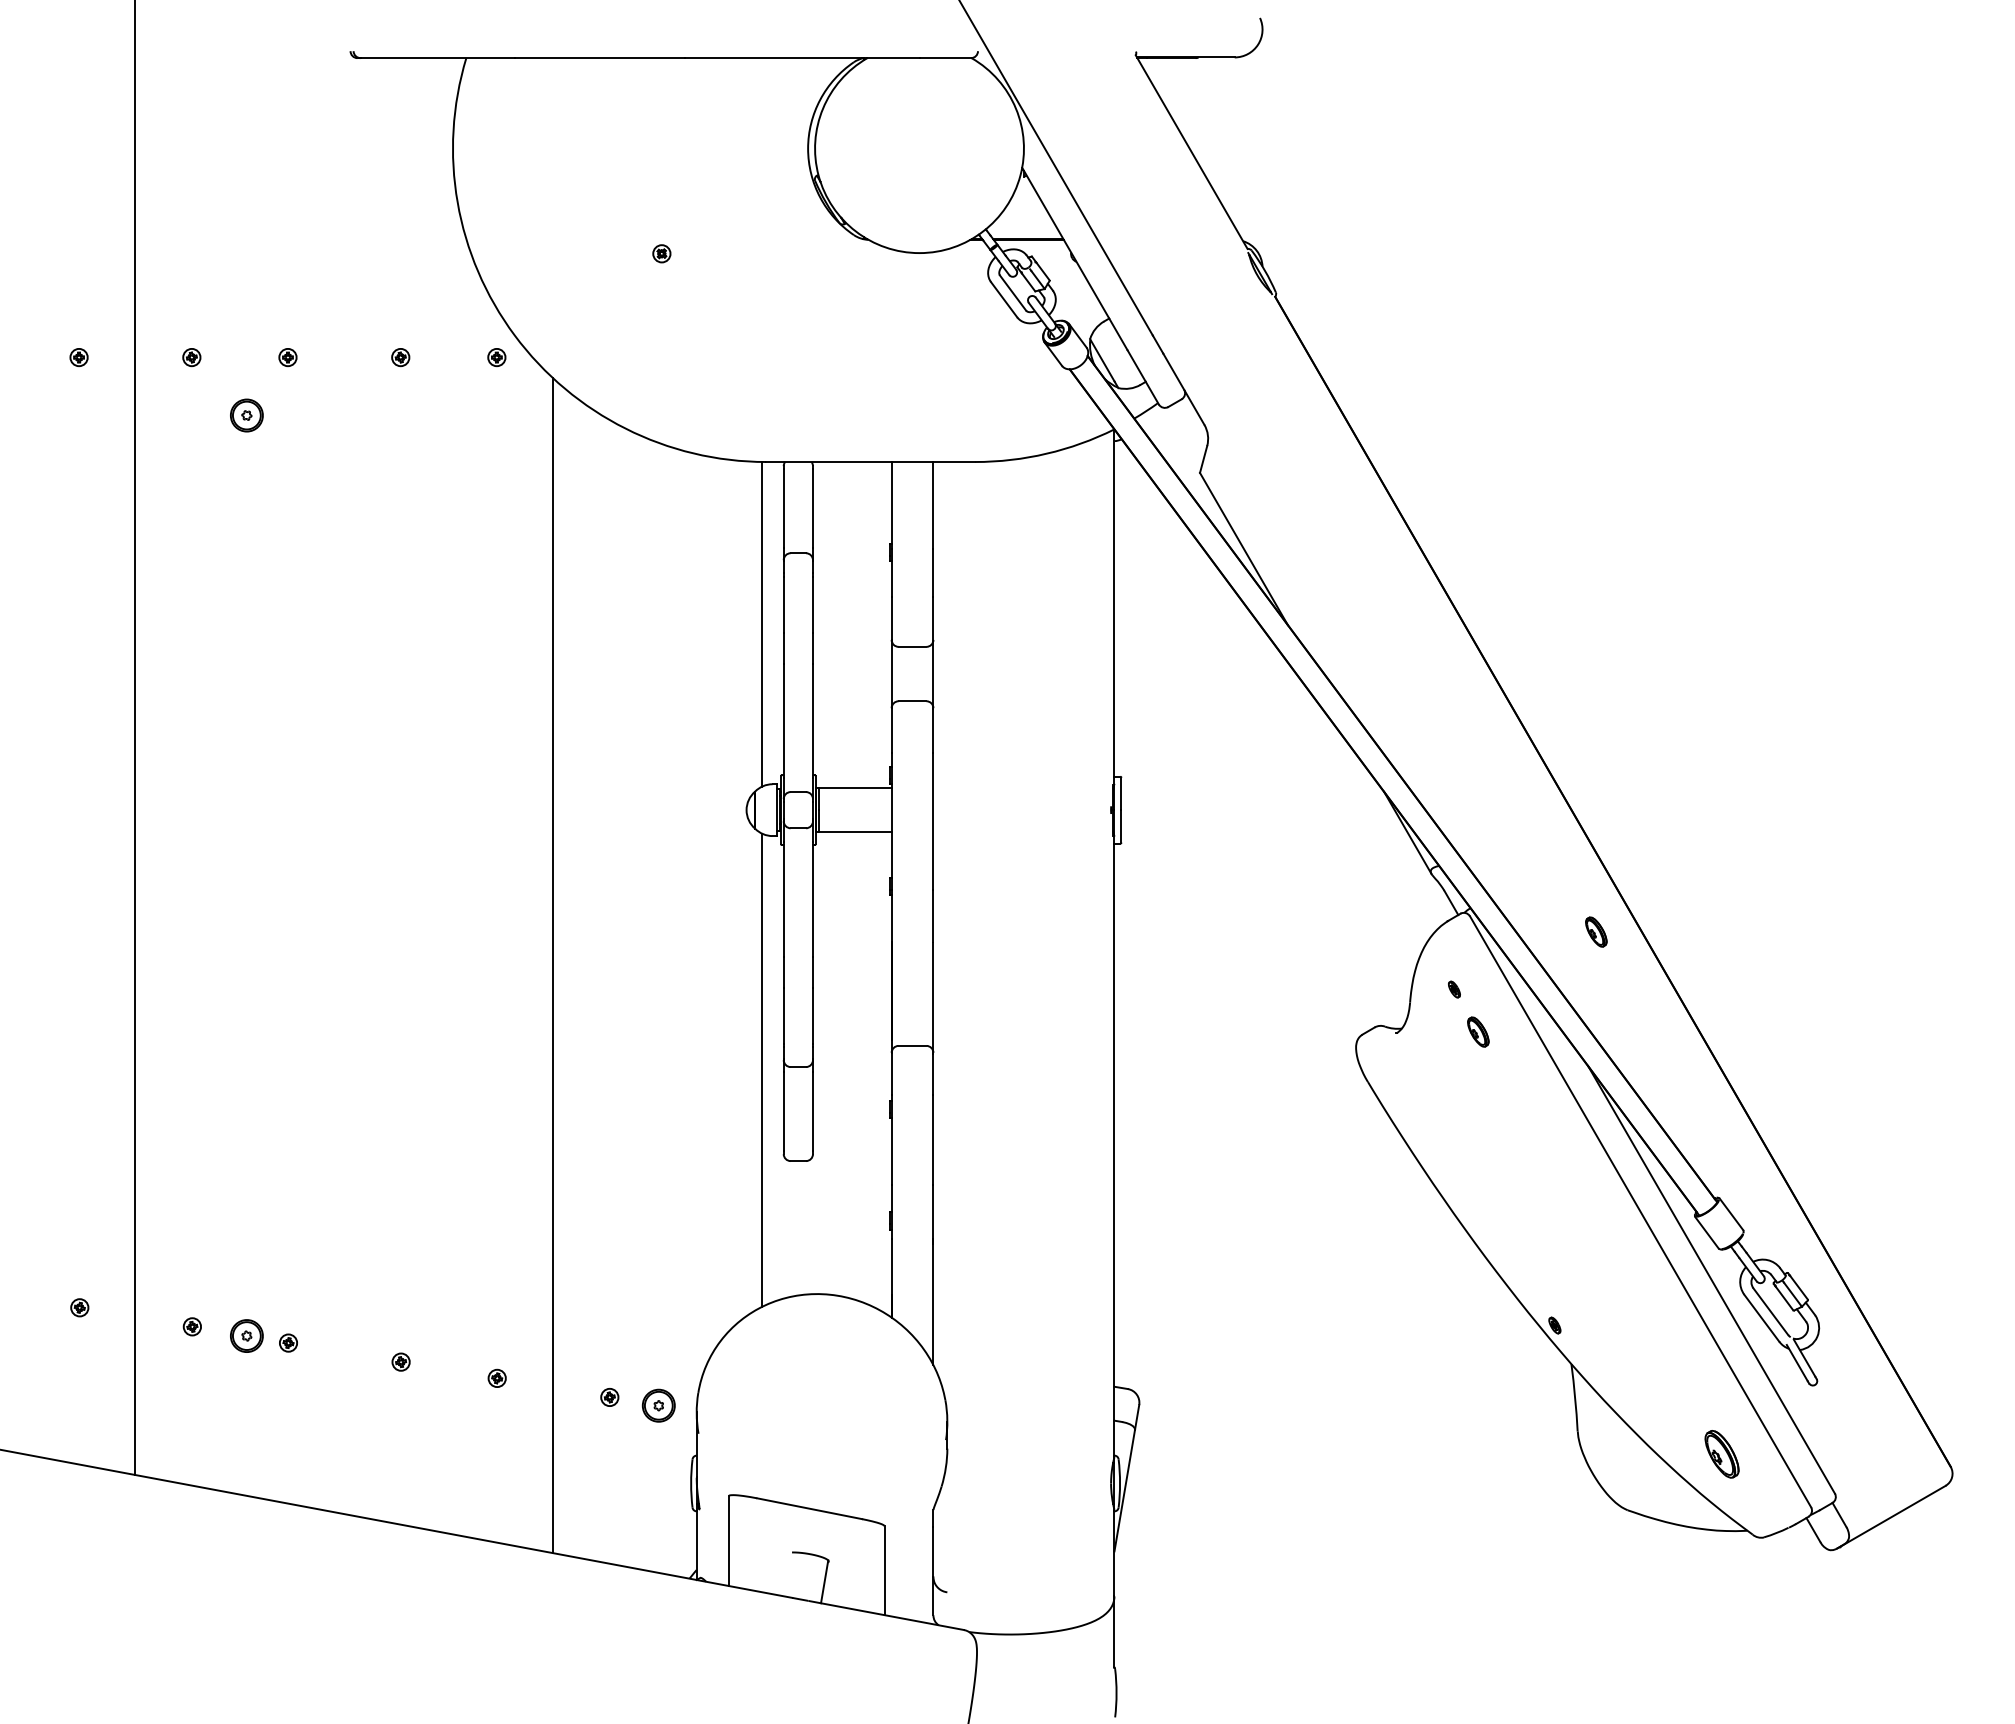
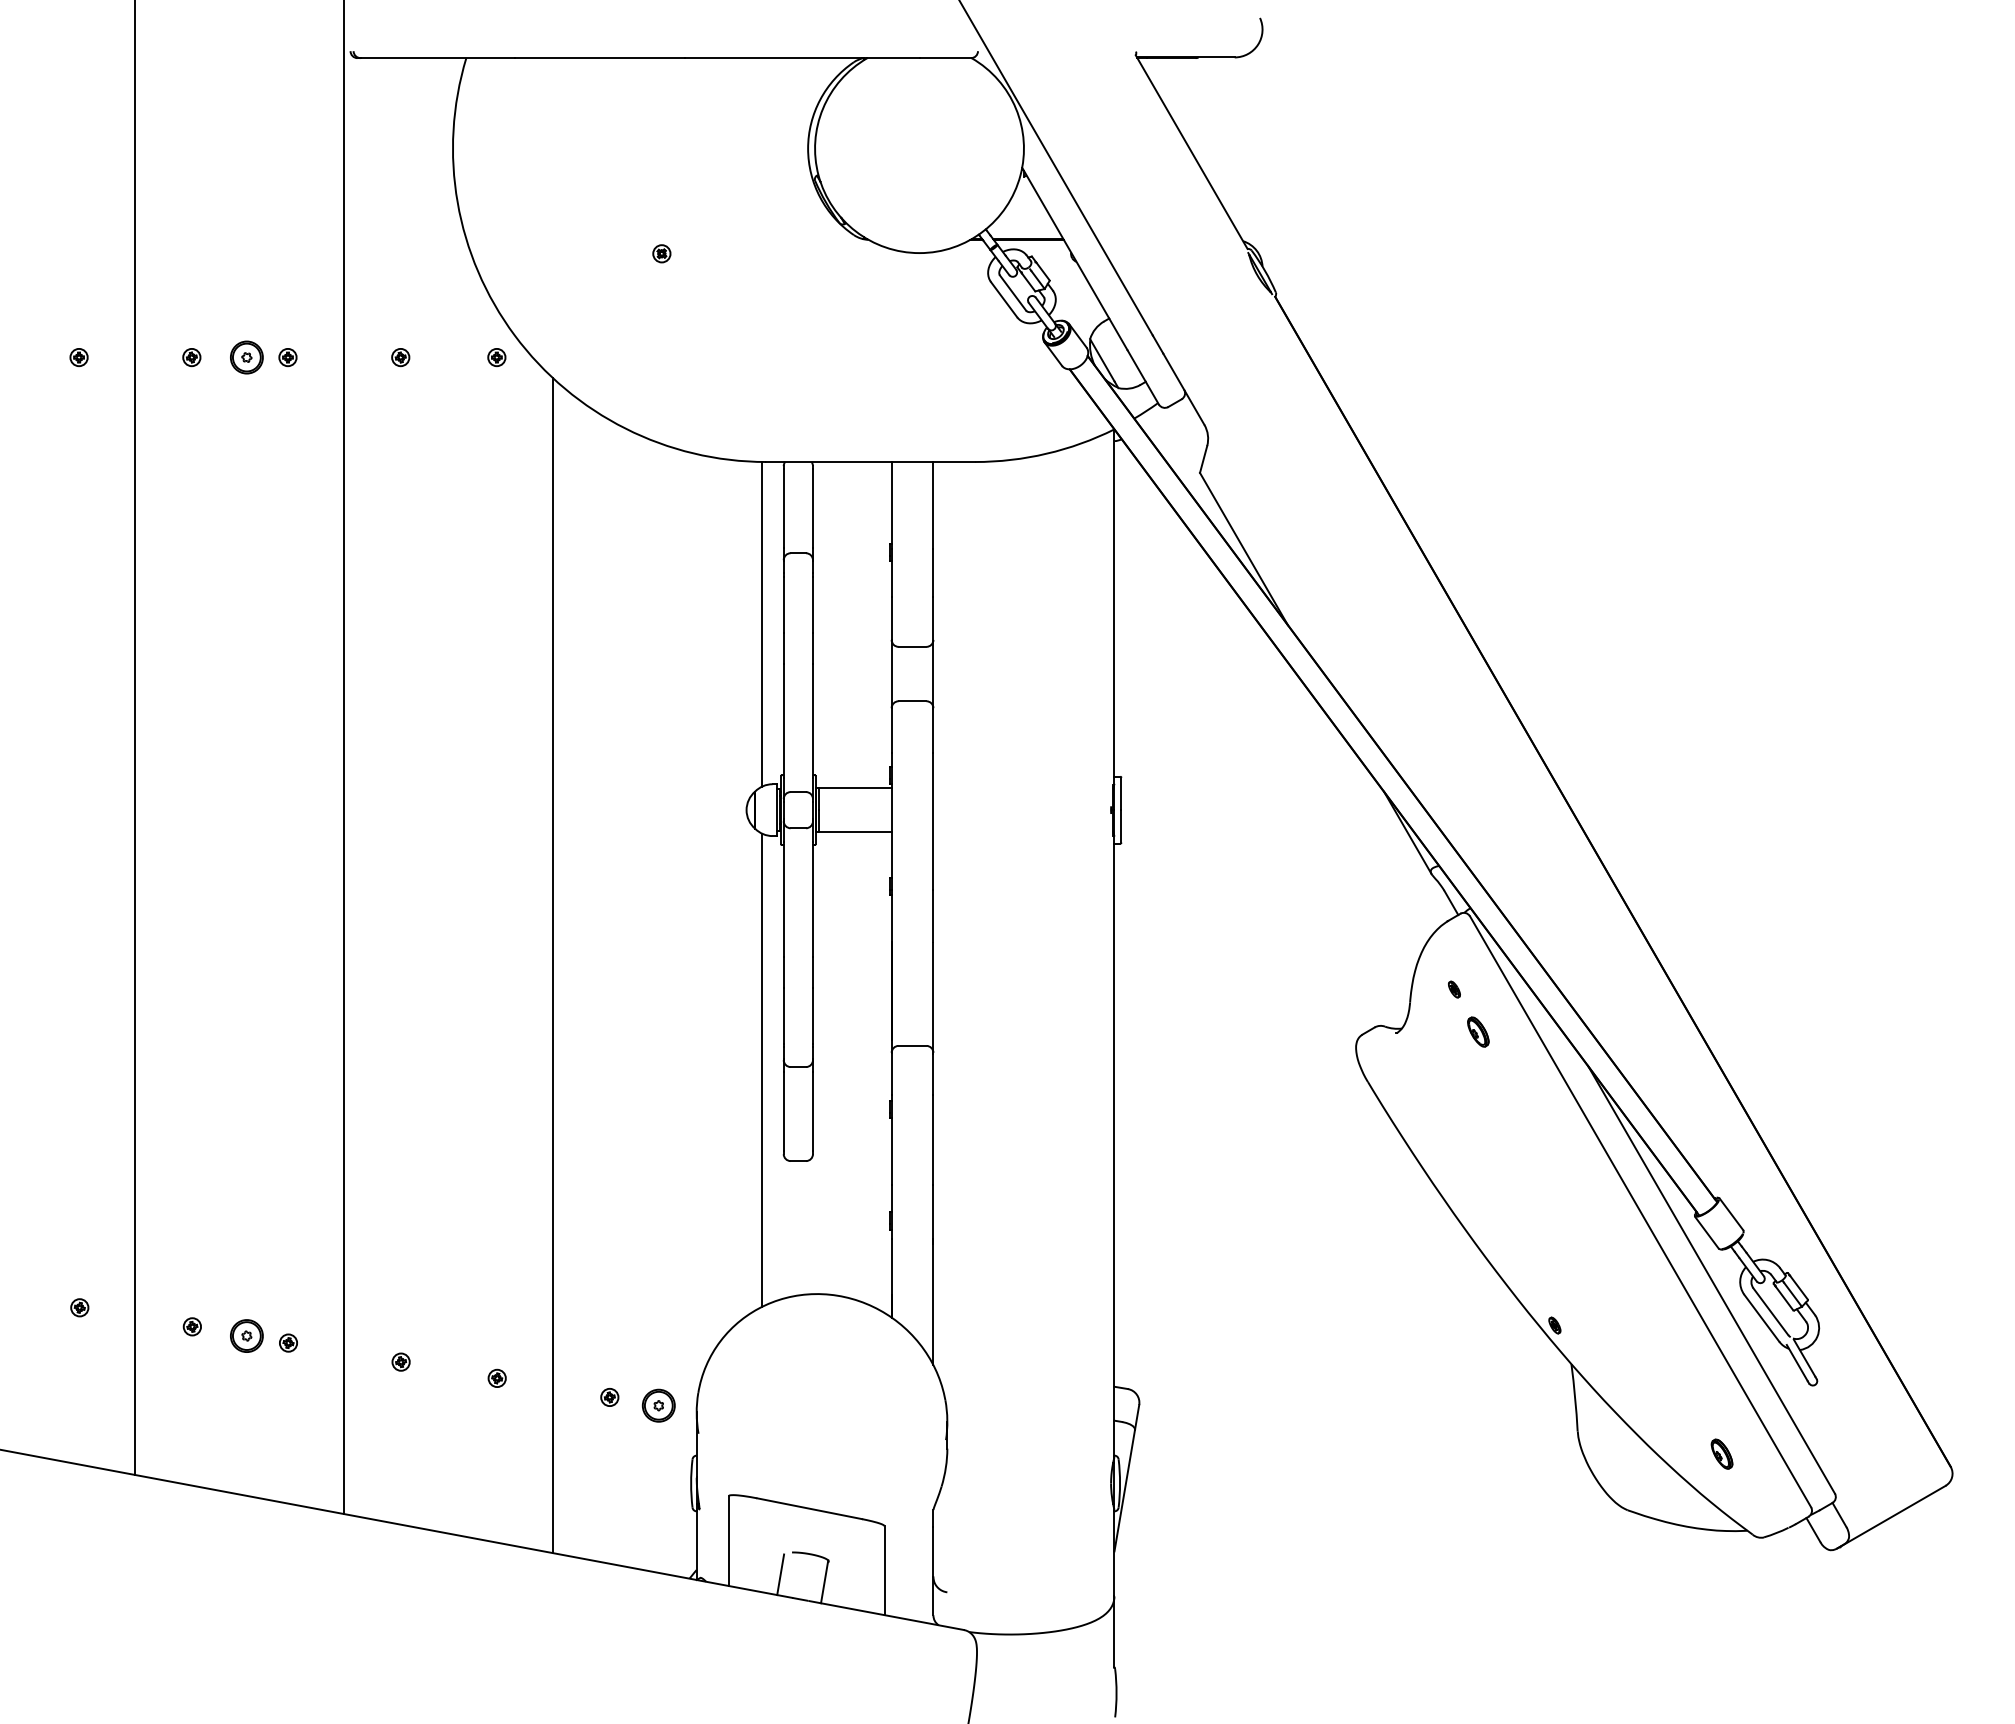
part at (246, 415) position: (246, 415) -> (246, 357)
line at (344, 758): none -> present
part at (1596, 931): present -> none
part at (1721, 1454) size: 36x49 px -> 24x32 px
line at (780, 1574): none -> present
